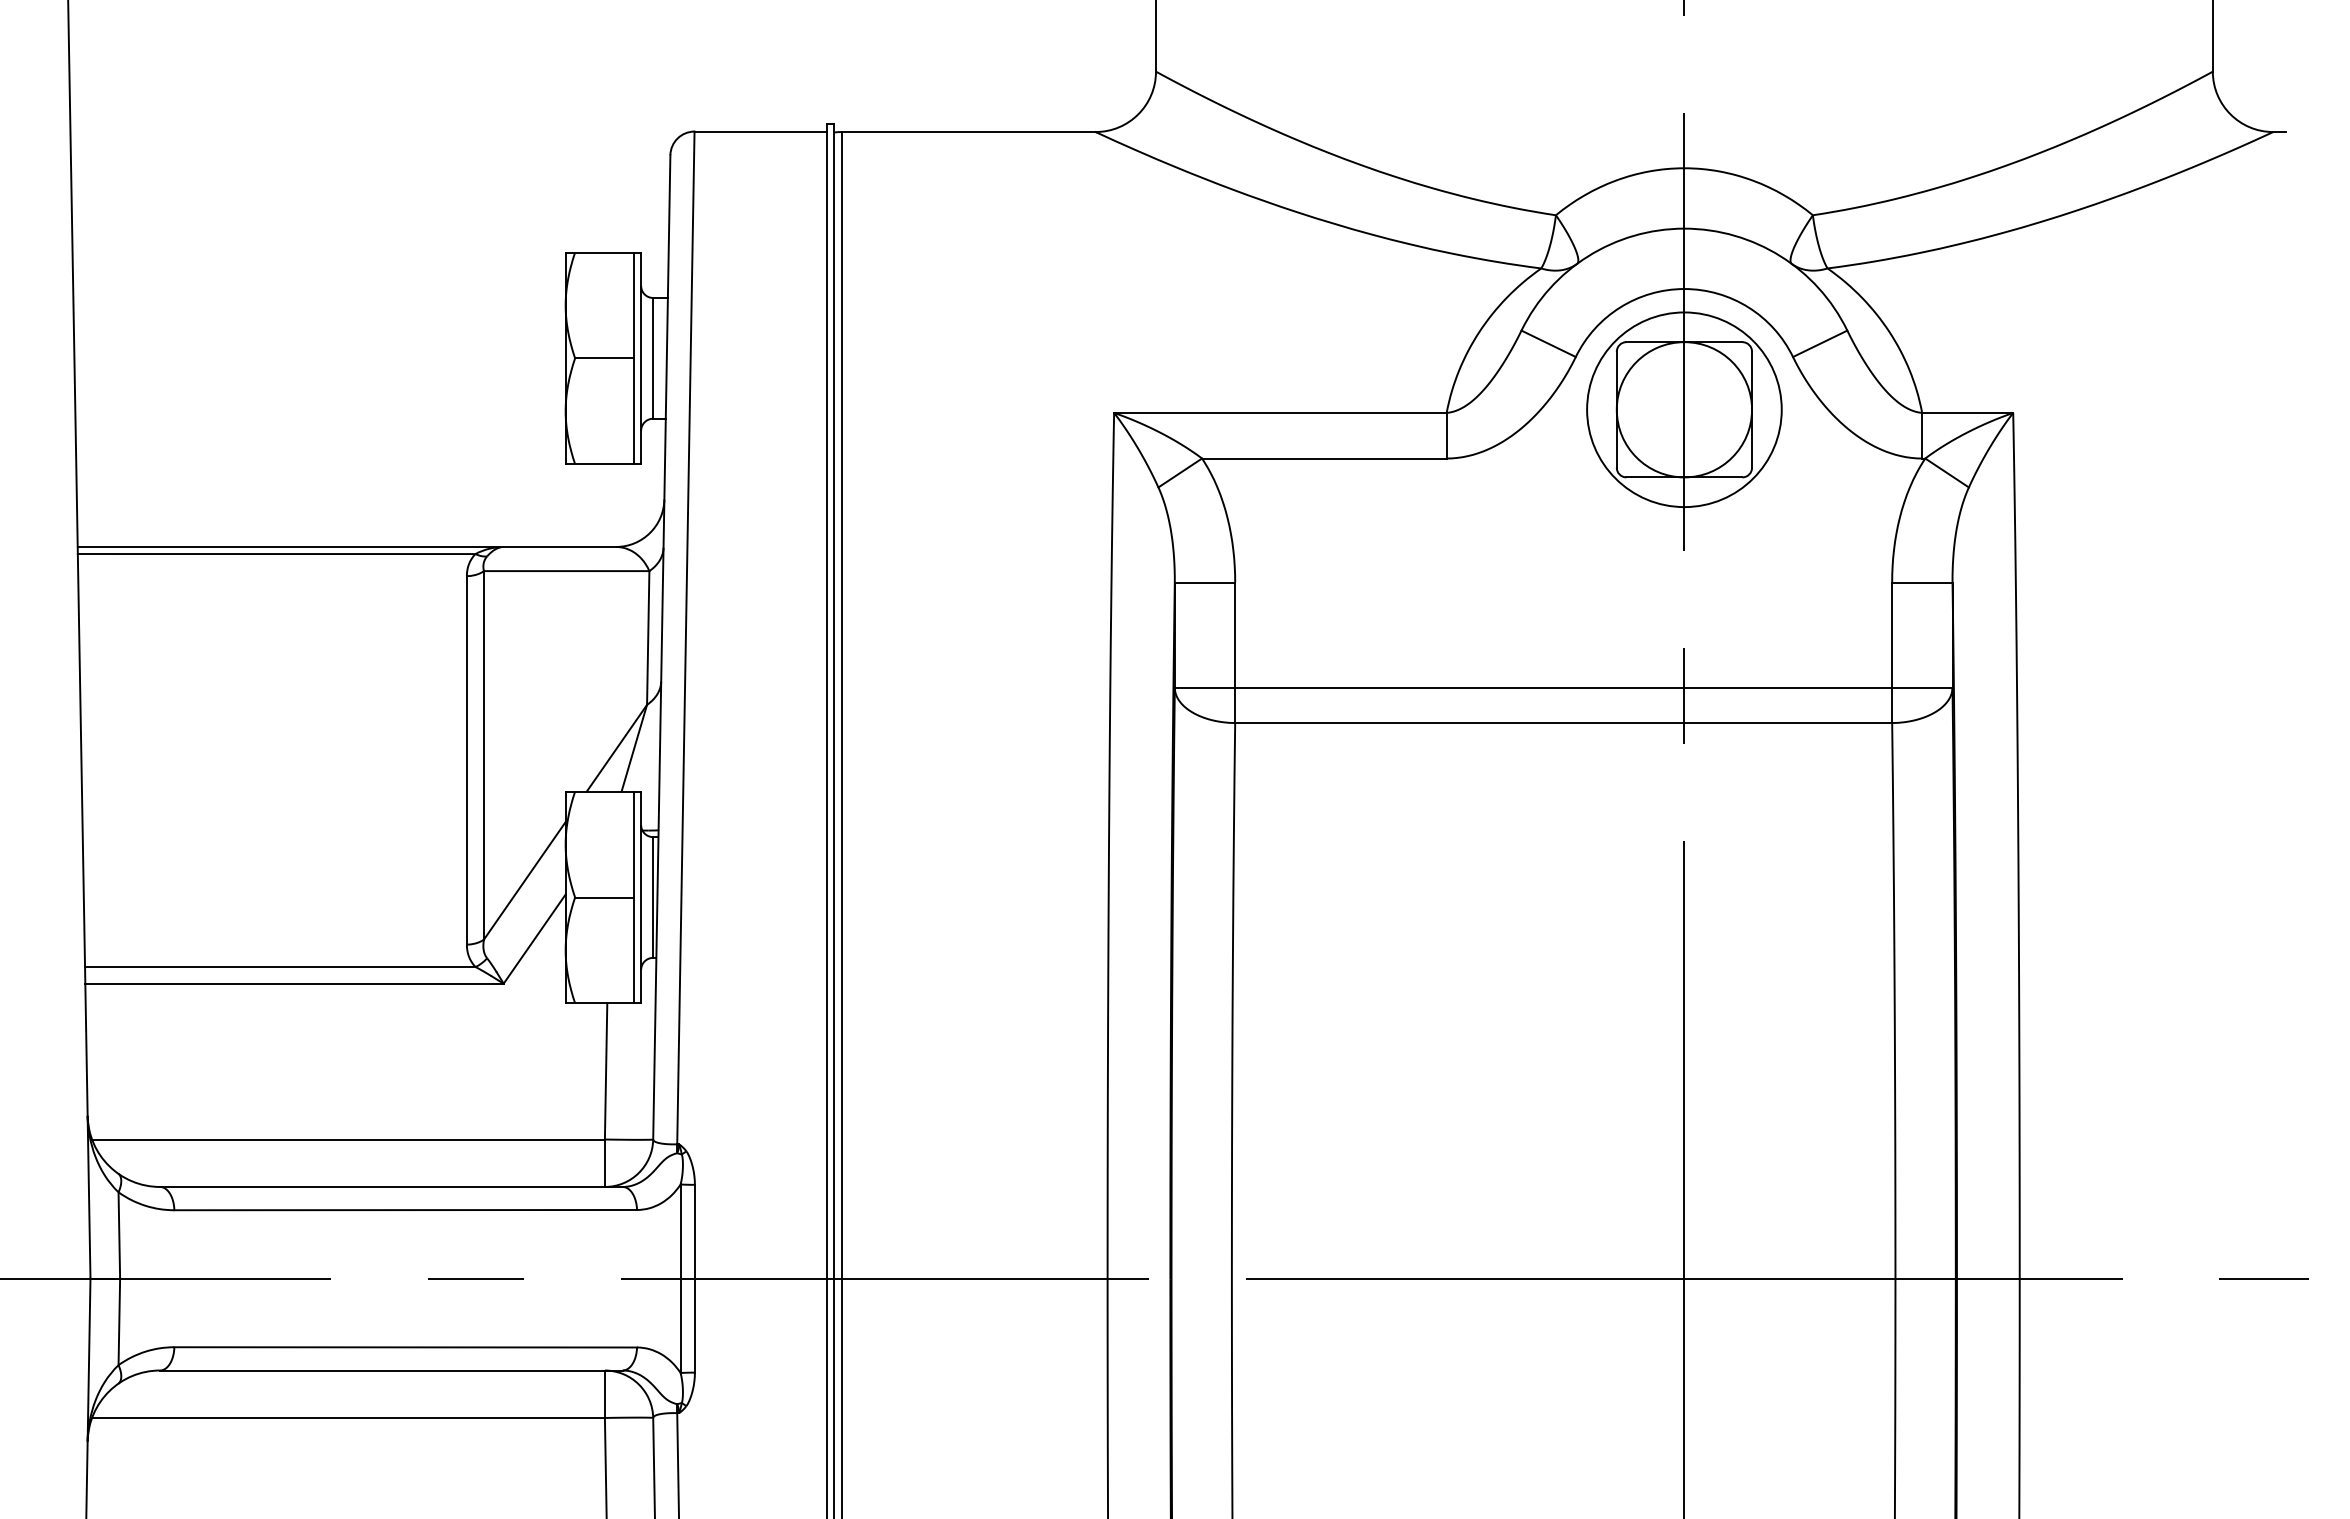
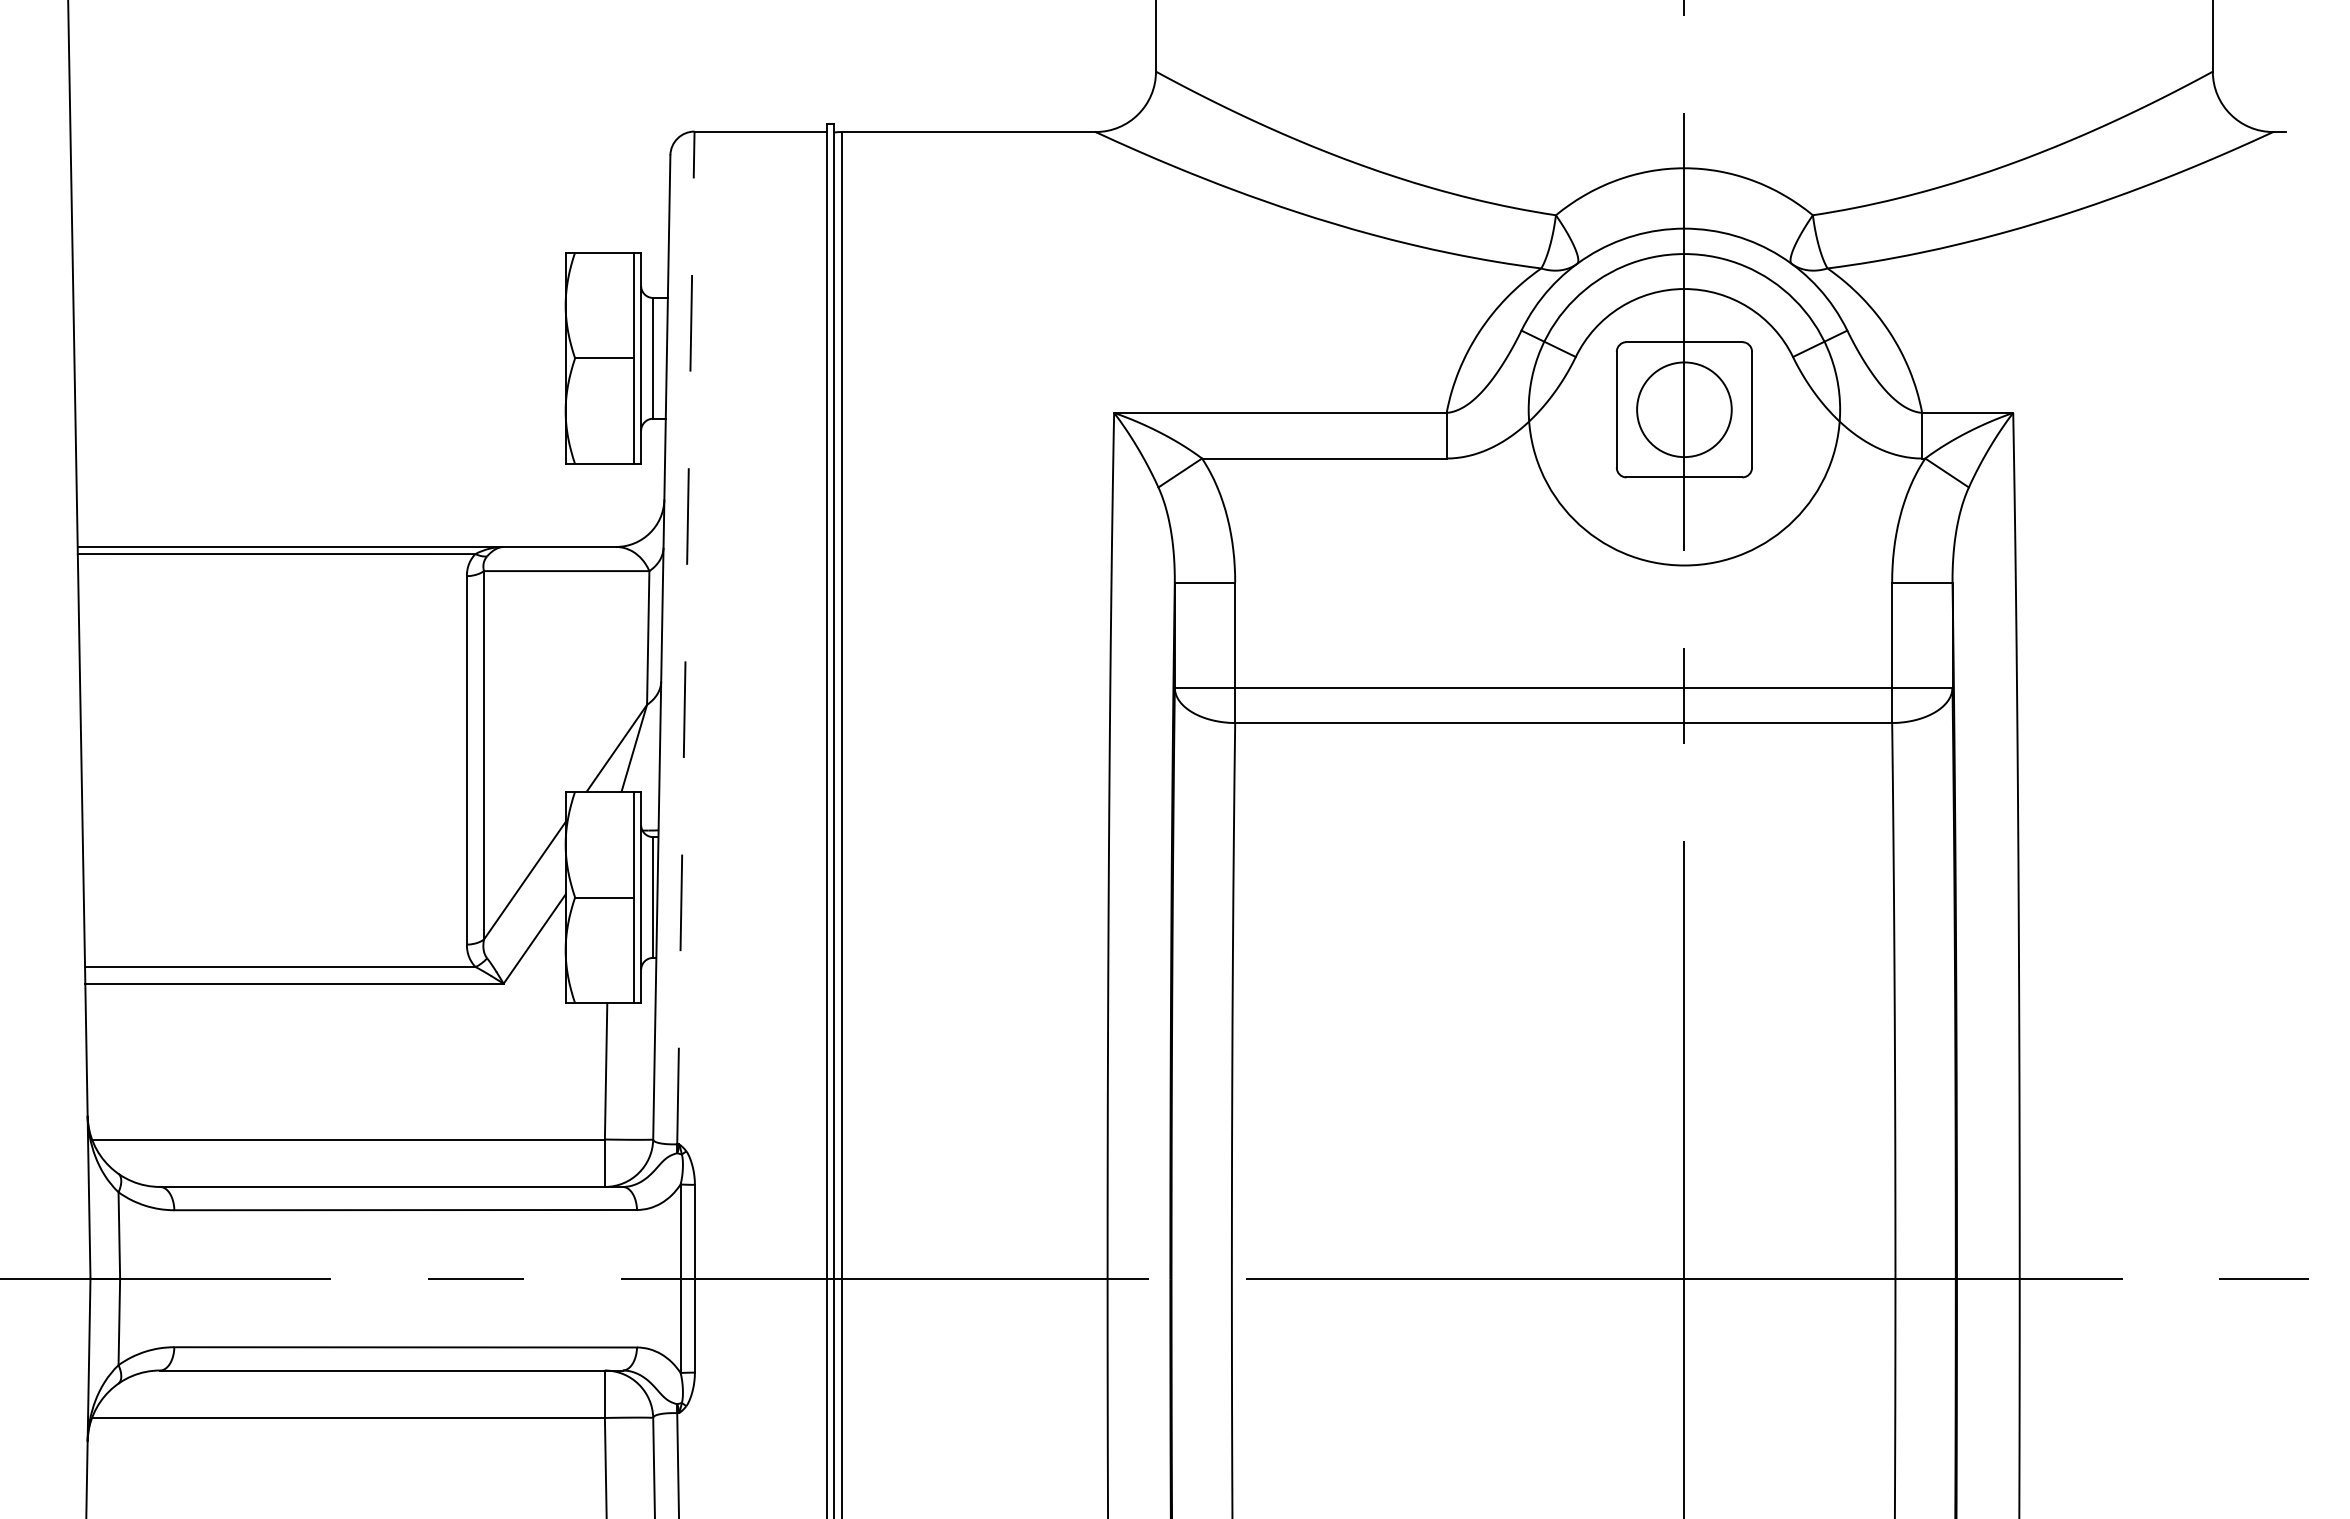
circle at (1684, 409) diameter: 135 px -> 95 px
circle at (1684, 409) diameter: 195 px -> 311 px
line at (685, 637): solid -> dashed
